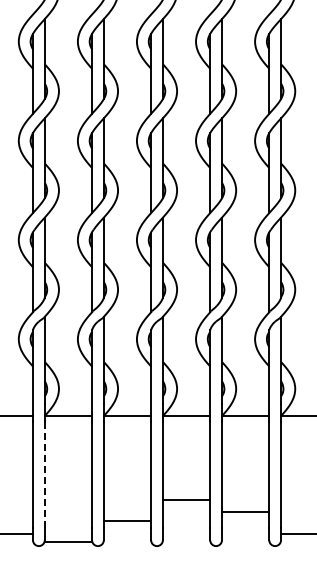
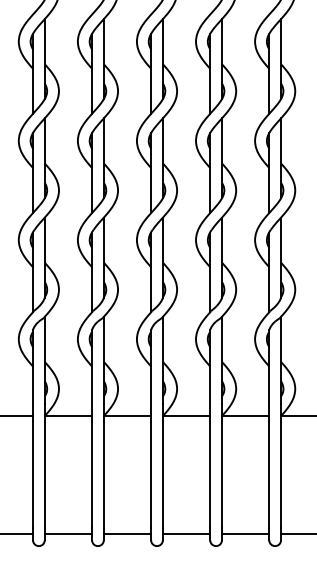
line at (44, 474): dashed -> solid
line at (186, 500) position: (186, 500) -> (186, 534)
line at (245, 512) position: (245, 512) -> (245, 534)
line at (127, 521) position: (127, 521) -> (127, 534)
line at (68, 542) position: (68, 542) -> (68, 534)
